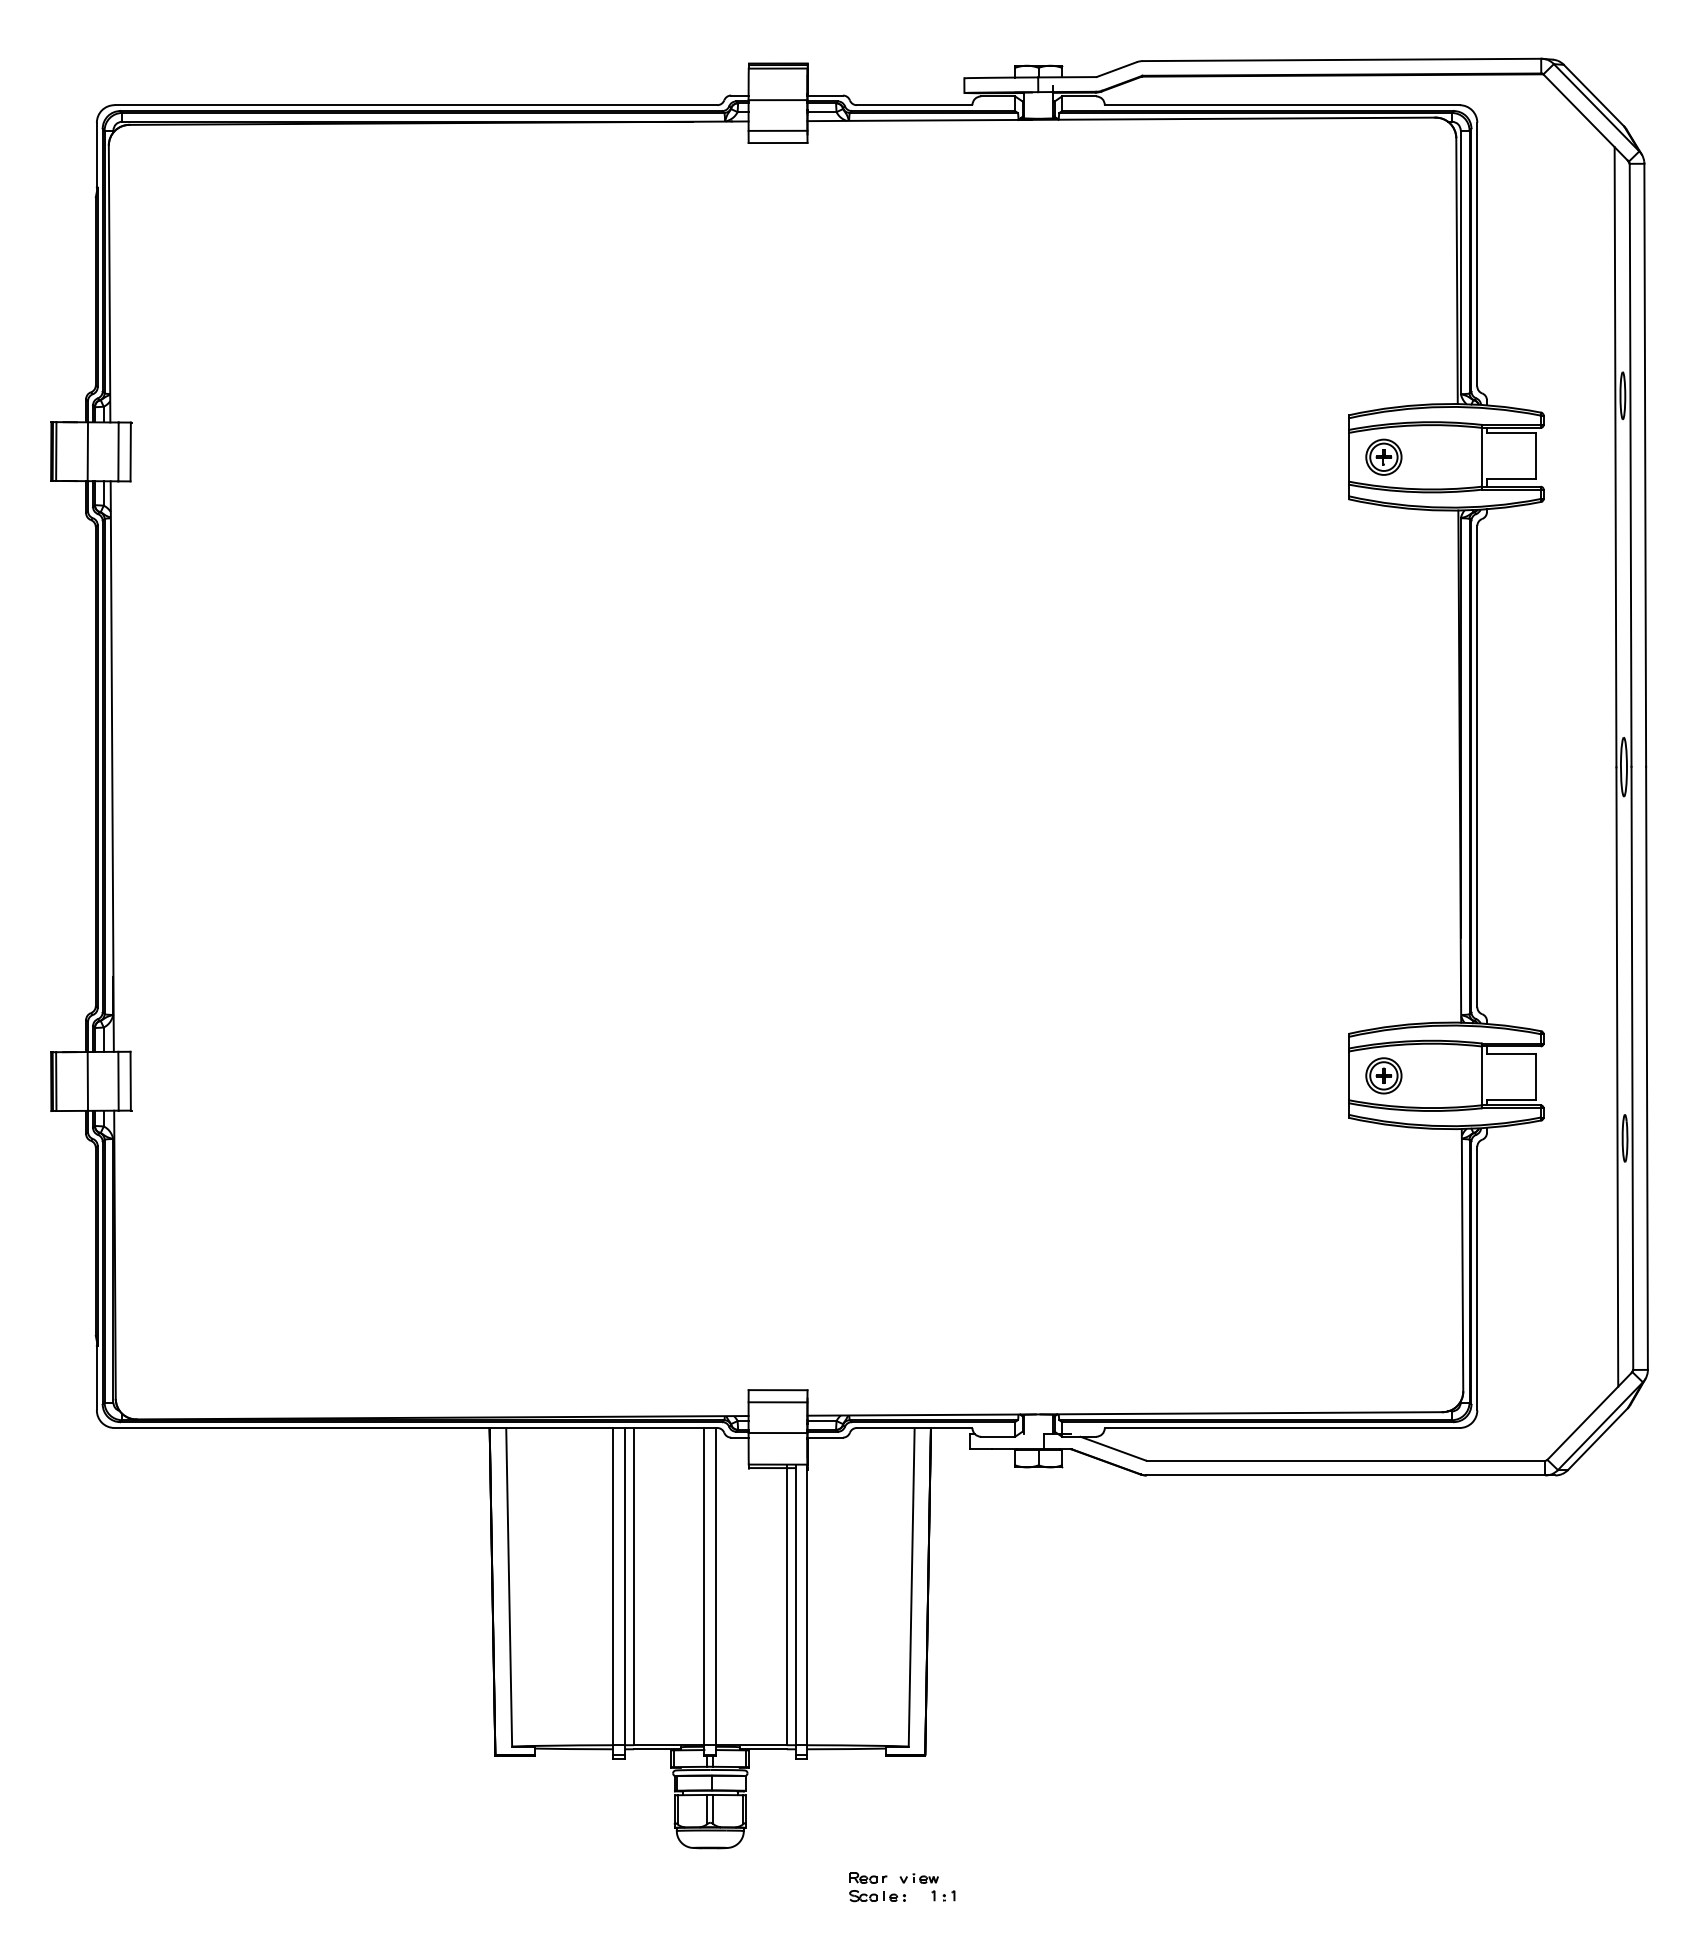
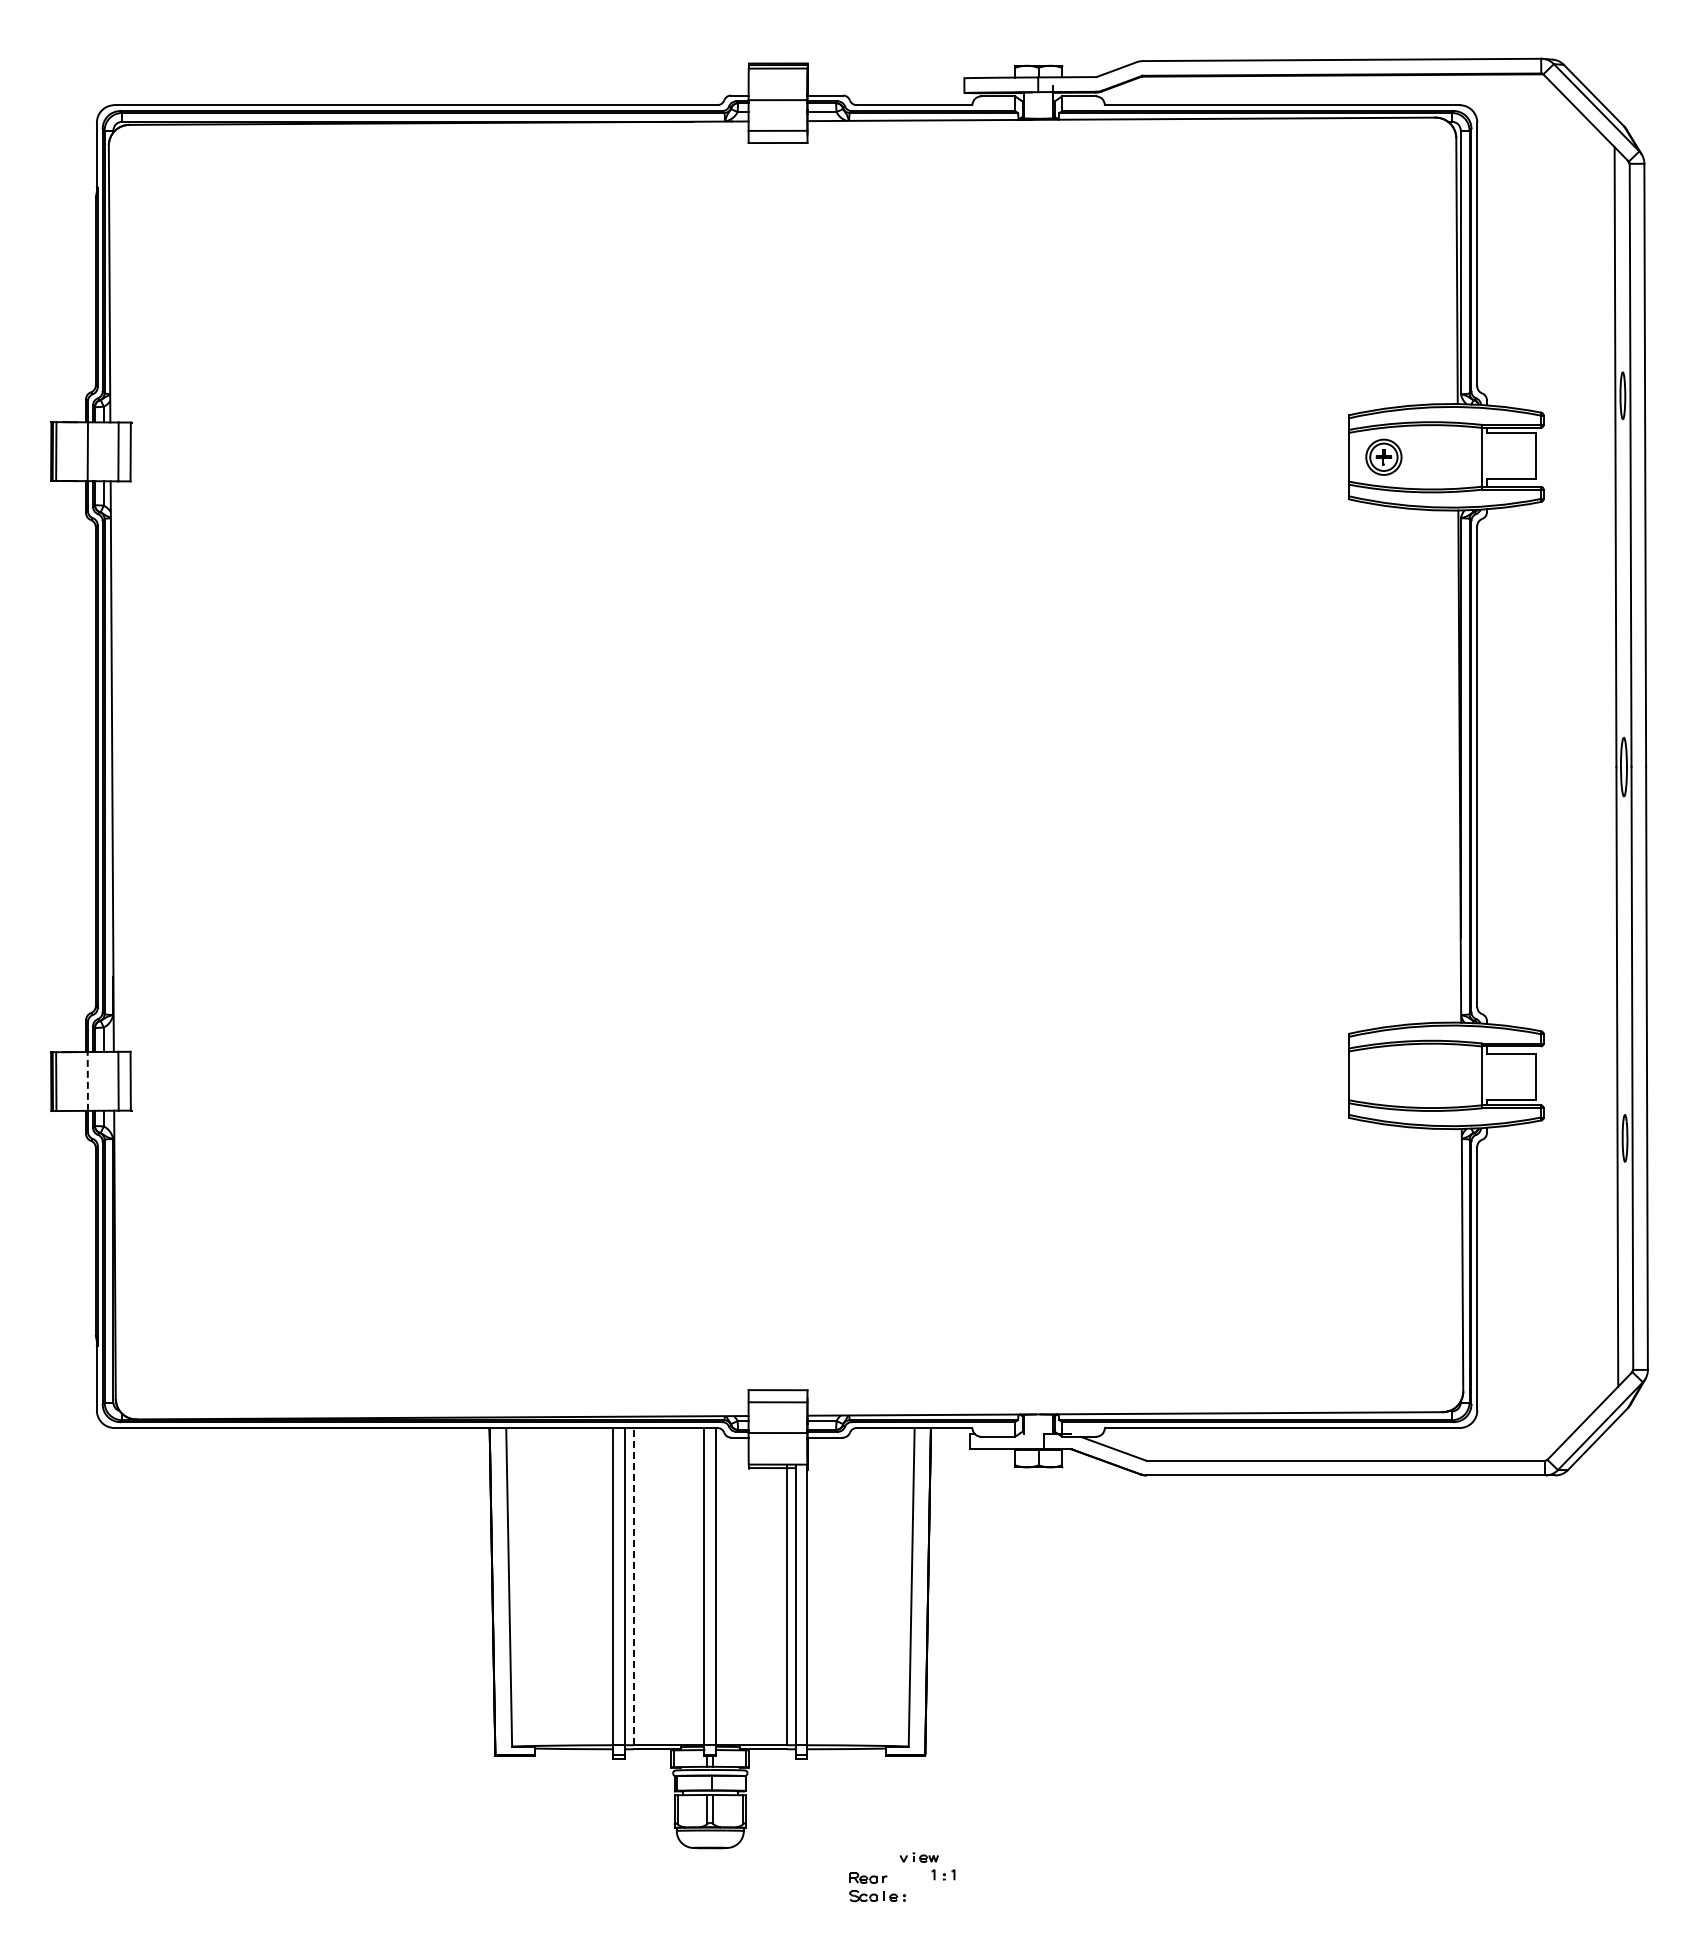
part at (1383, 1075): present -> none
line at (87, 1080): solid -> dashed
line at (633, 1586): solid -> dashed
part at (927, 1887) position: (927, 1887) -> (927, 1866)
